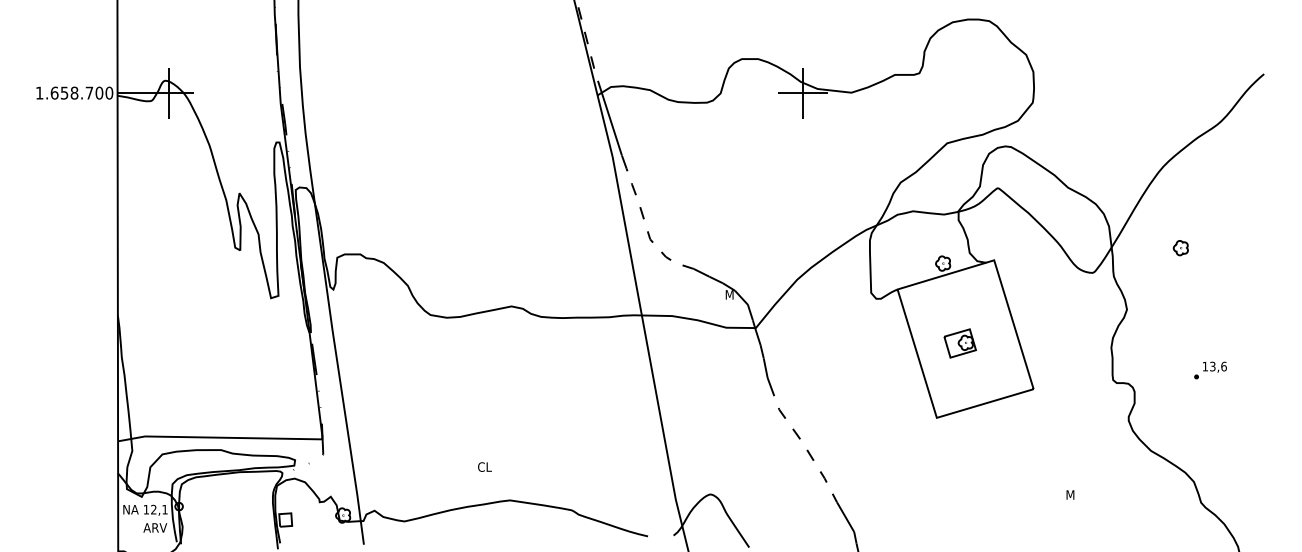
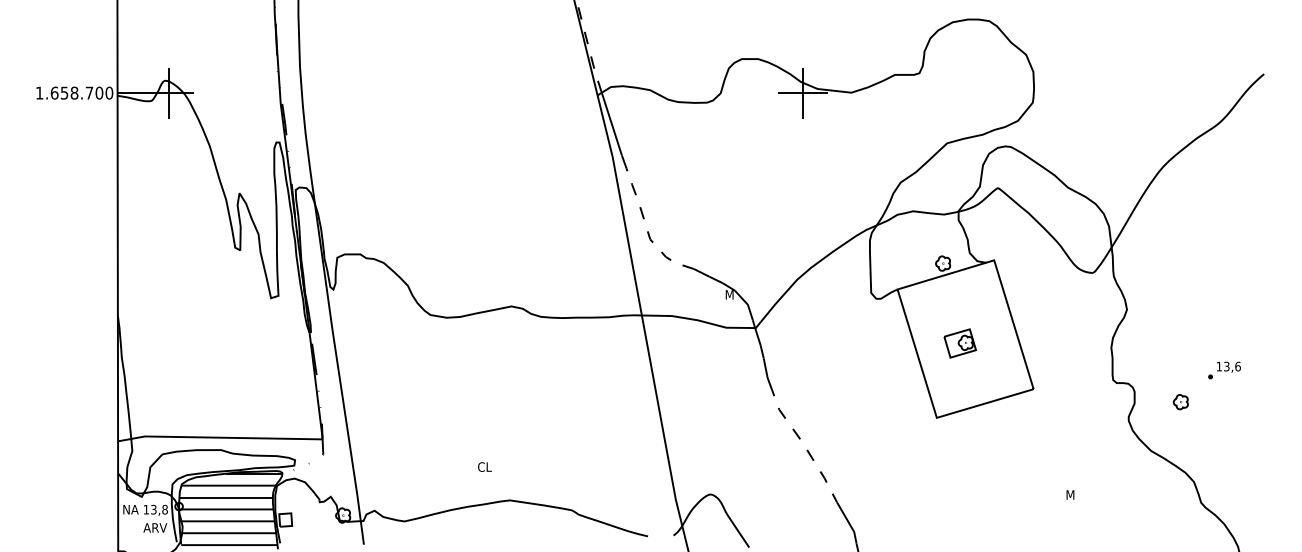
part at (1180, 248) position: (1180, 248) -> (1180, 402)
part at (1210, 370) position: (1210, 370) -> (1224, 370)
text at (159, 509): 12,1 -> 13,8
hatch at (230, 509): none -> present
